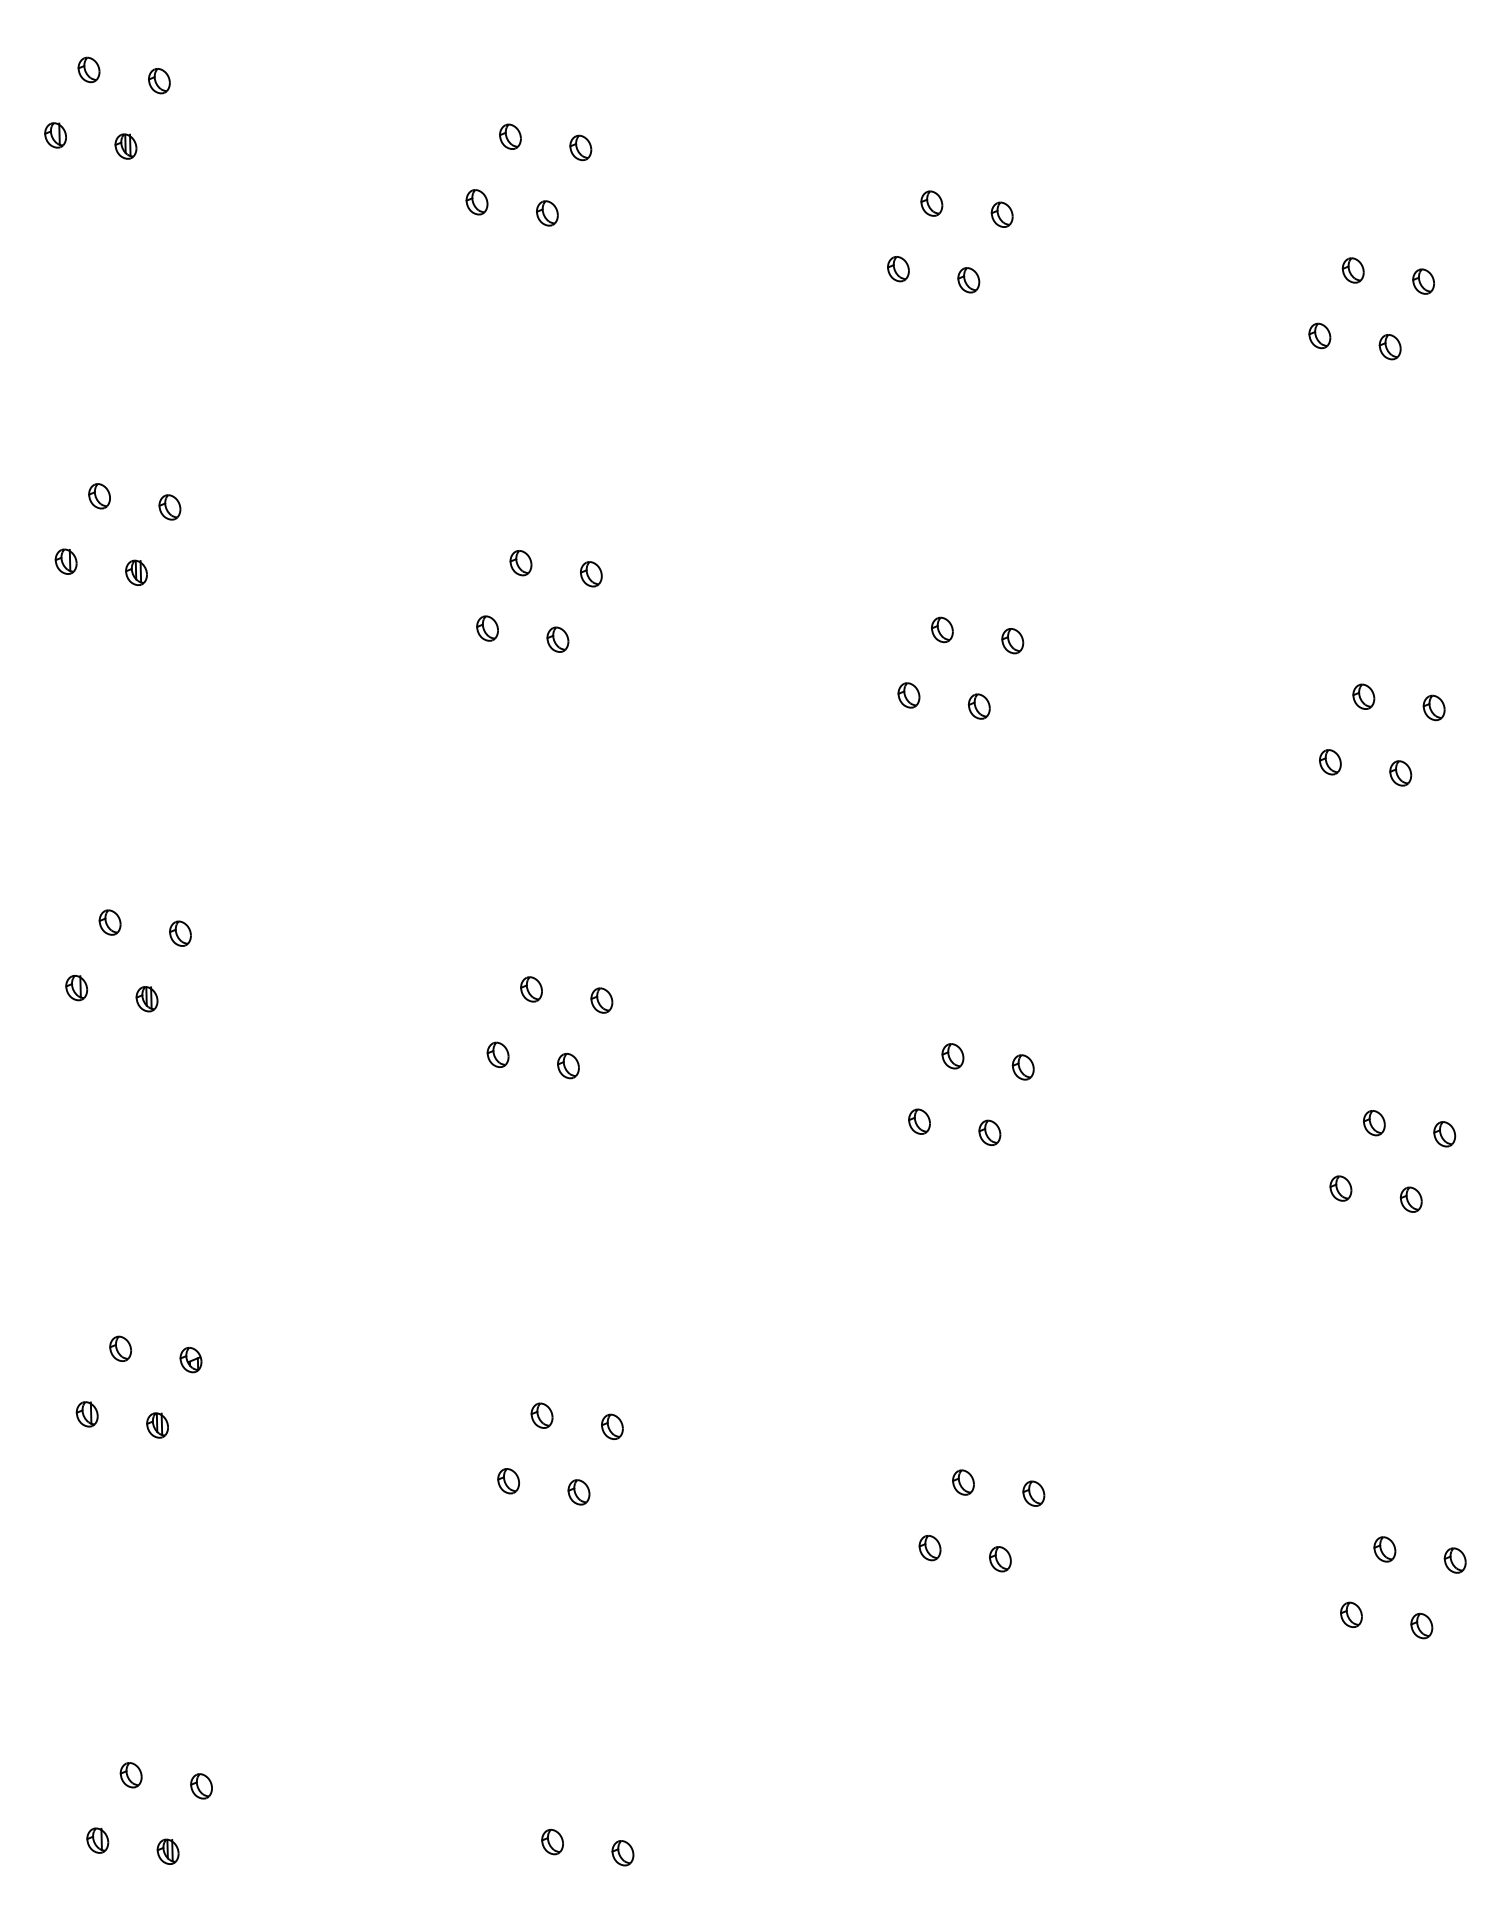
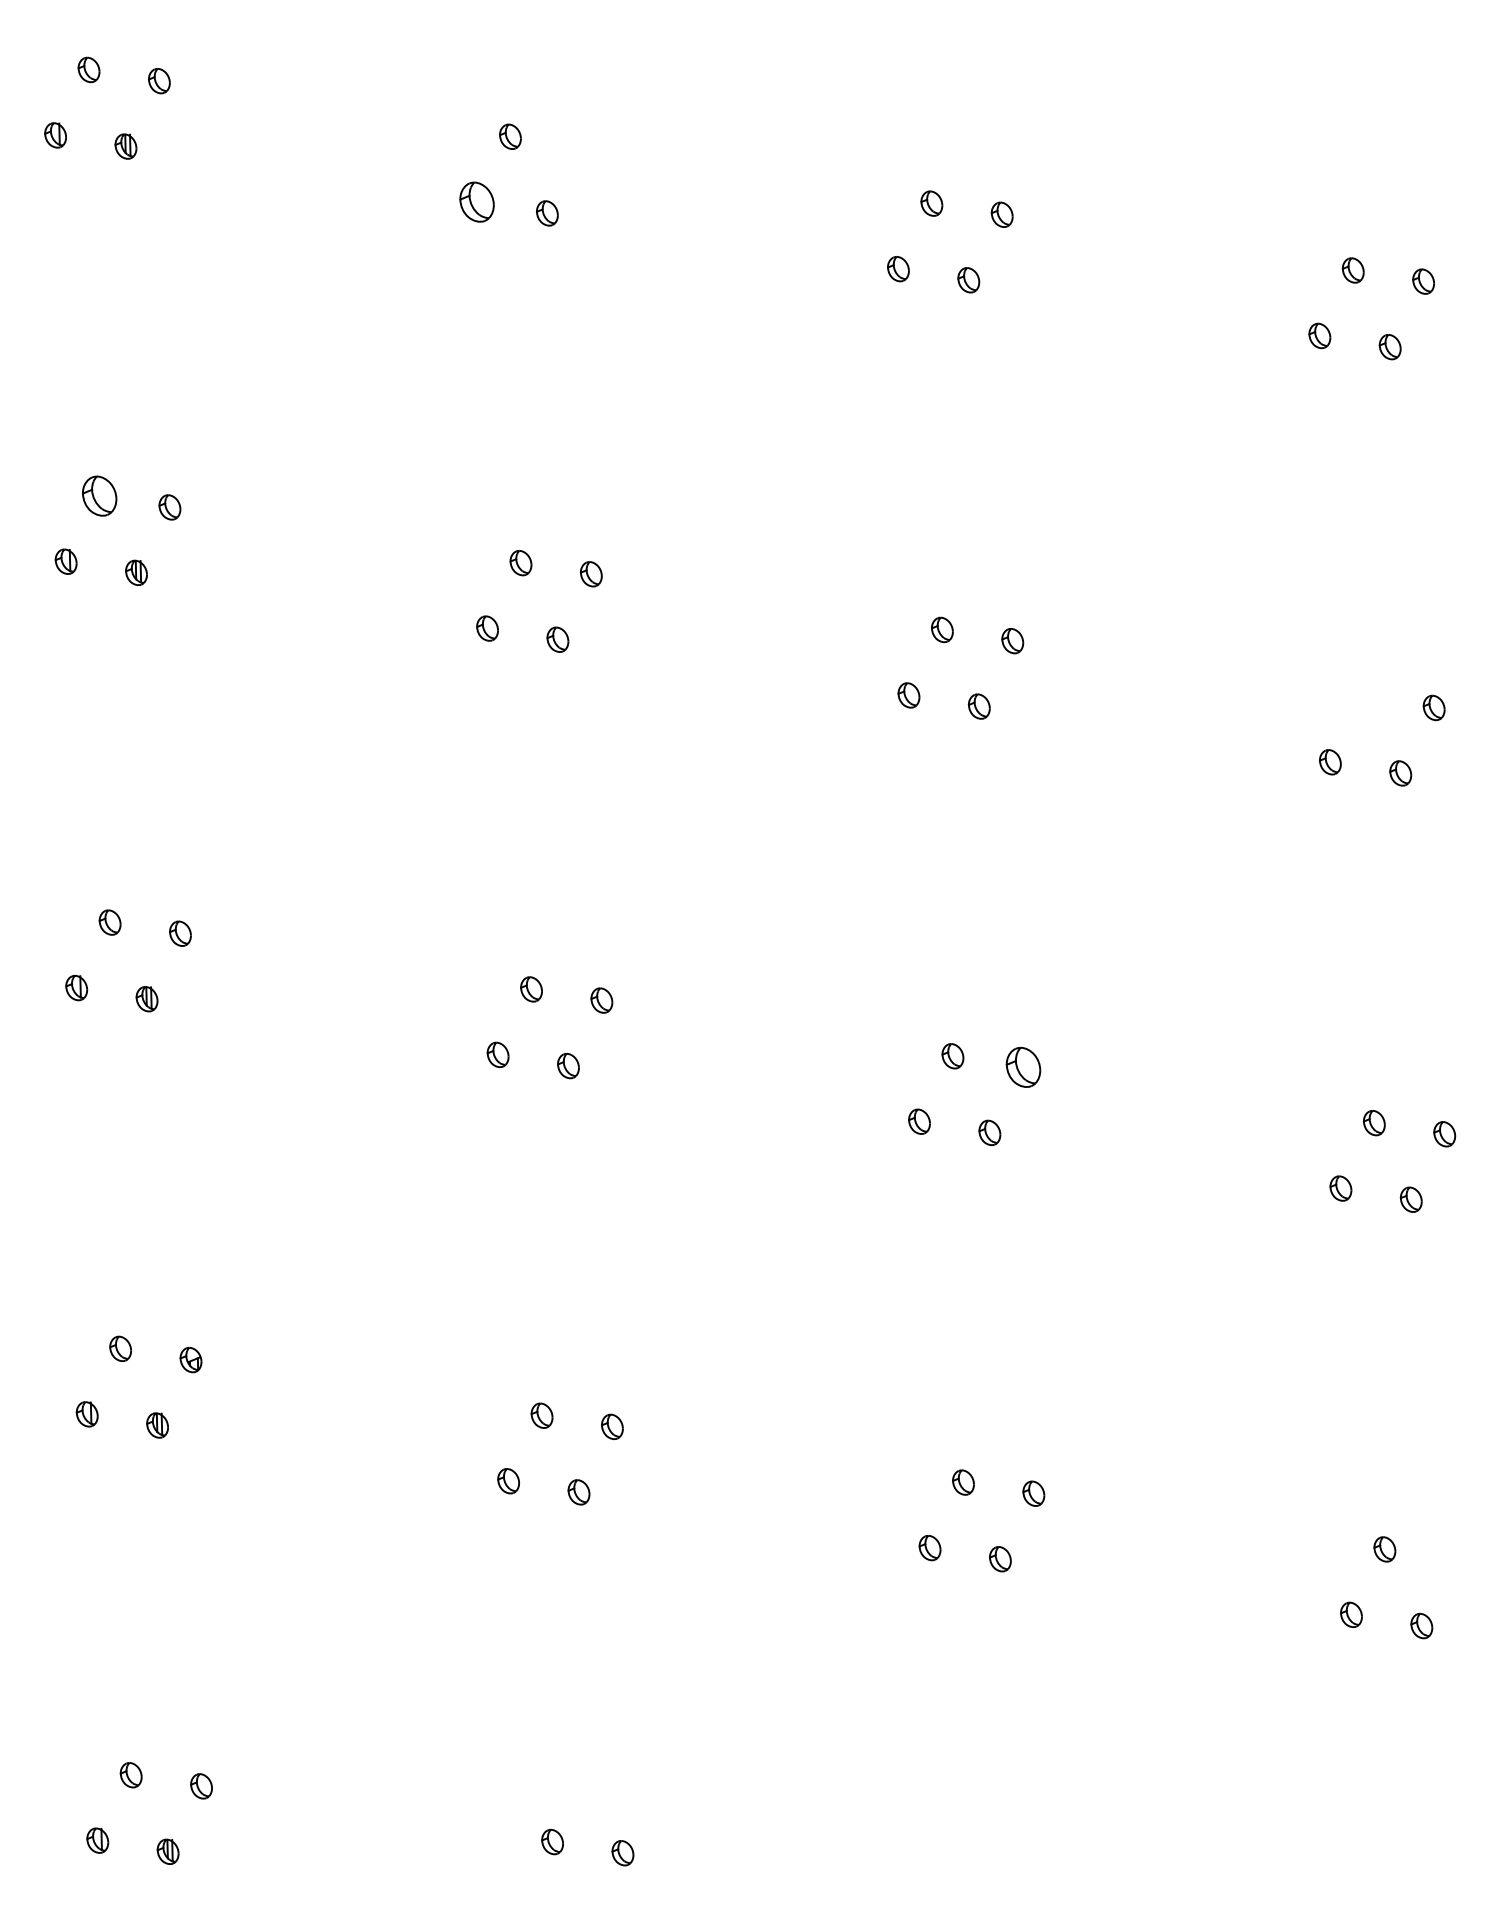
part at (580, 147): present -> none
part at (476, 202) size: 24x27 px -> 36x42 px
part at (99, 496) size: 23x27 px -> 36x42 px
part at (1363, 696): present -> none
part at (1022, 1067) size: 24x27 px -> 37x41 px
part at (1454, 1560): present -> none
